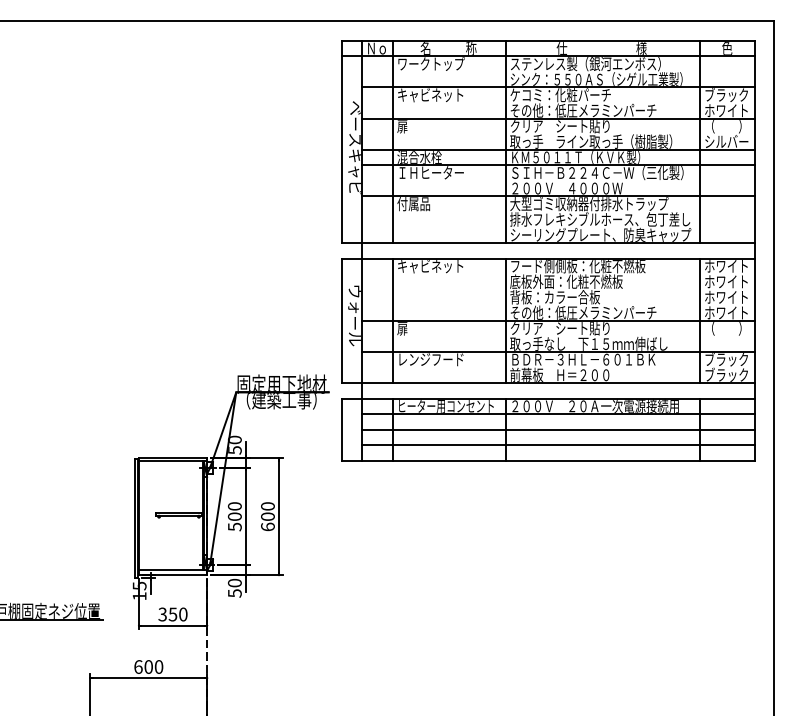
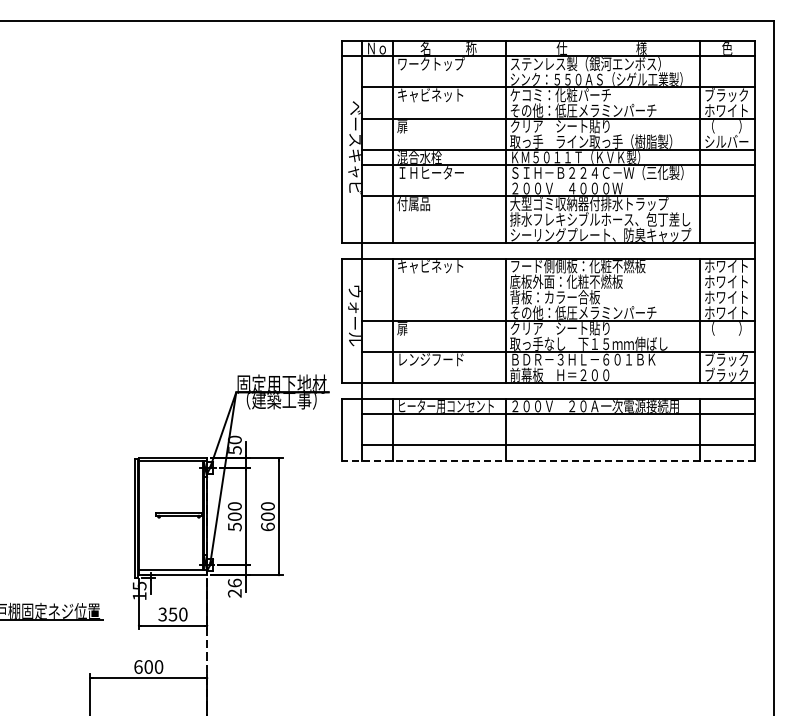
line at (557, 429): present -> none
line at (548, 460): solid -> dashed
text at (234, 587): 50 -> 26
